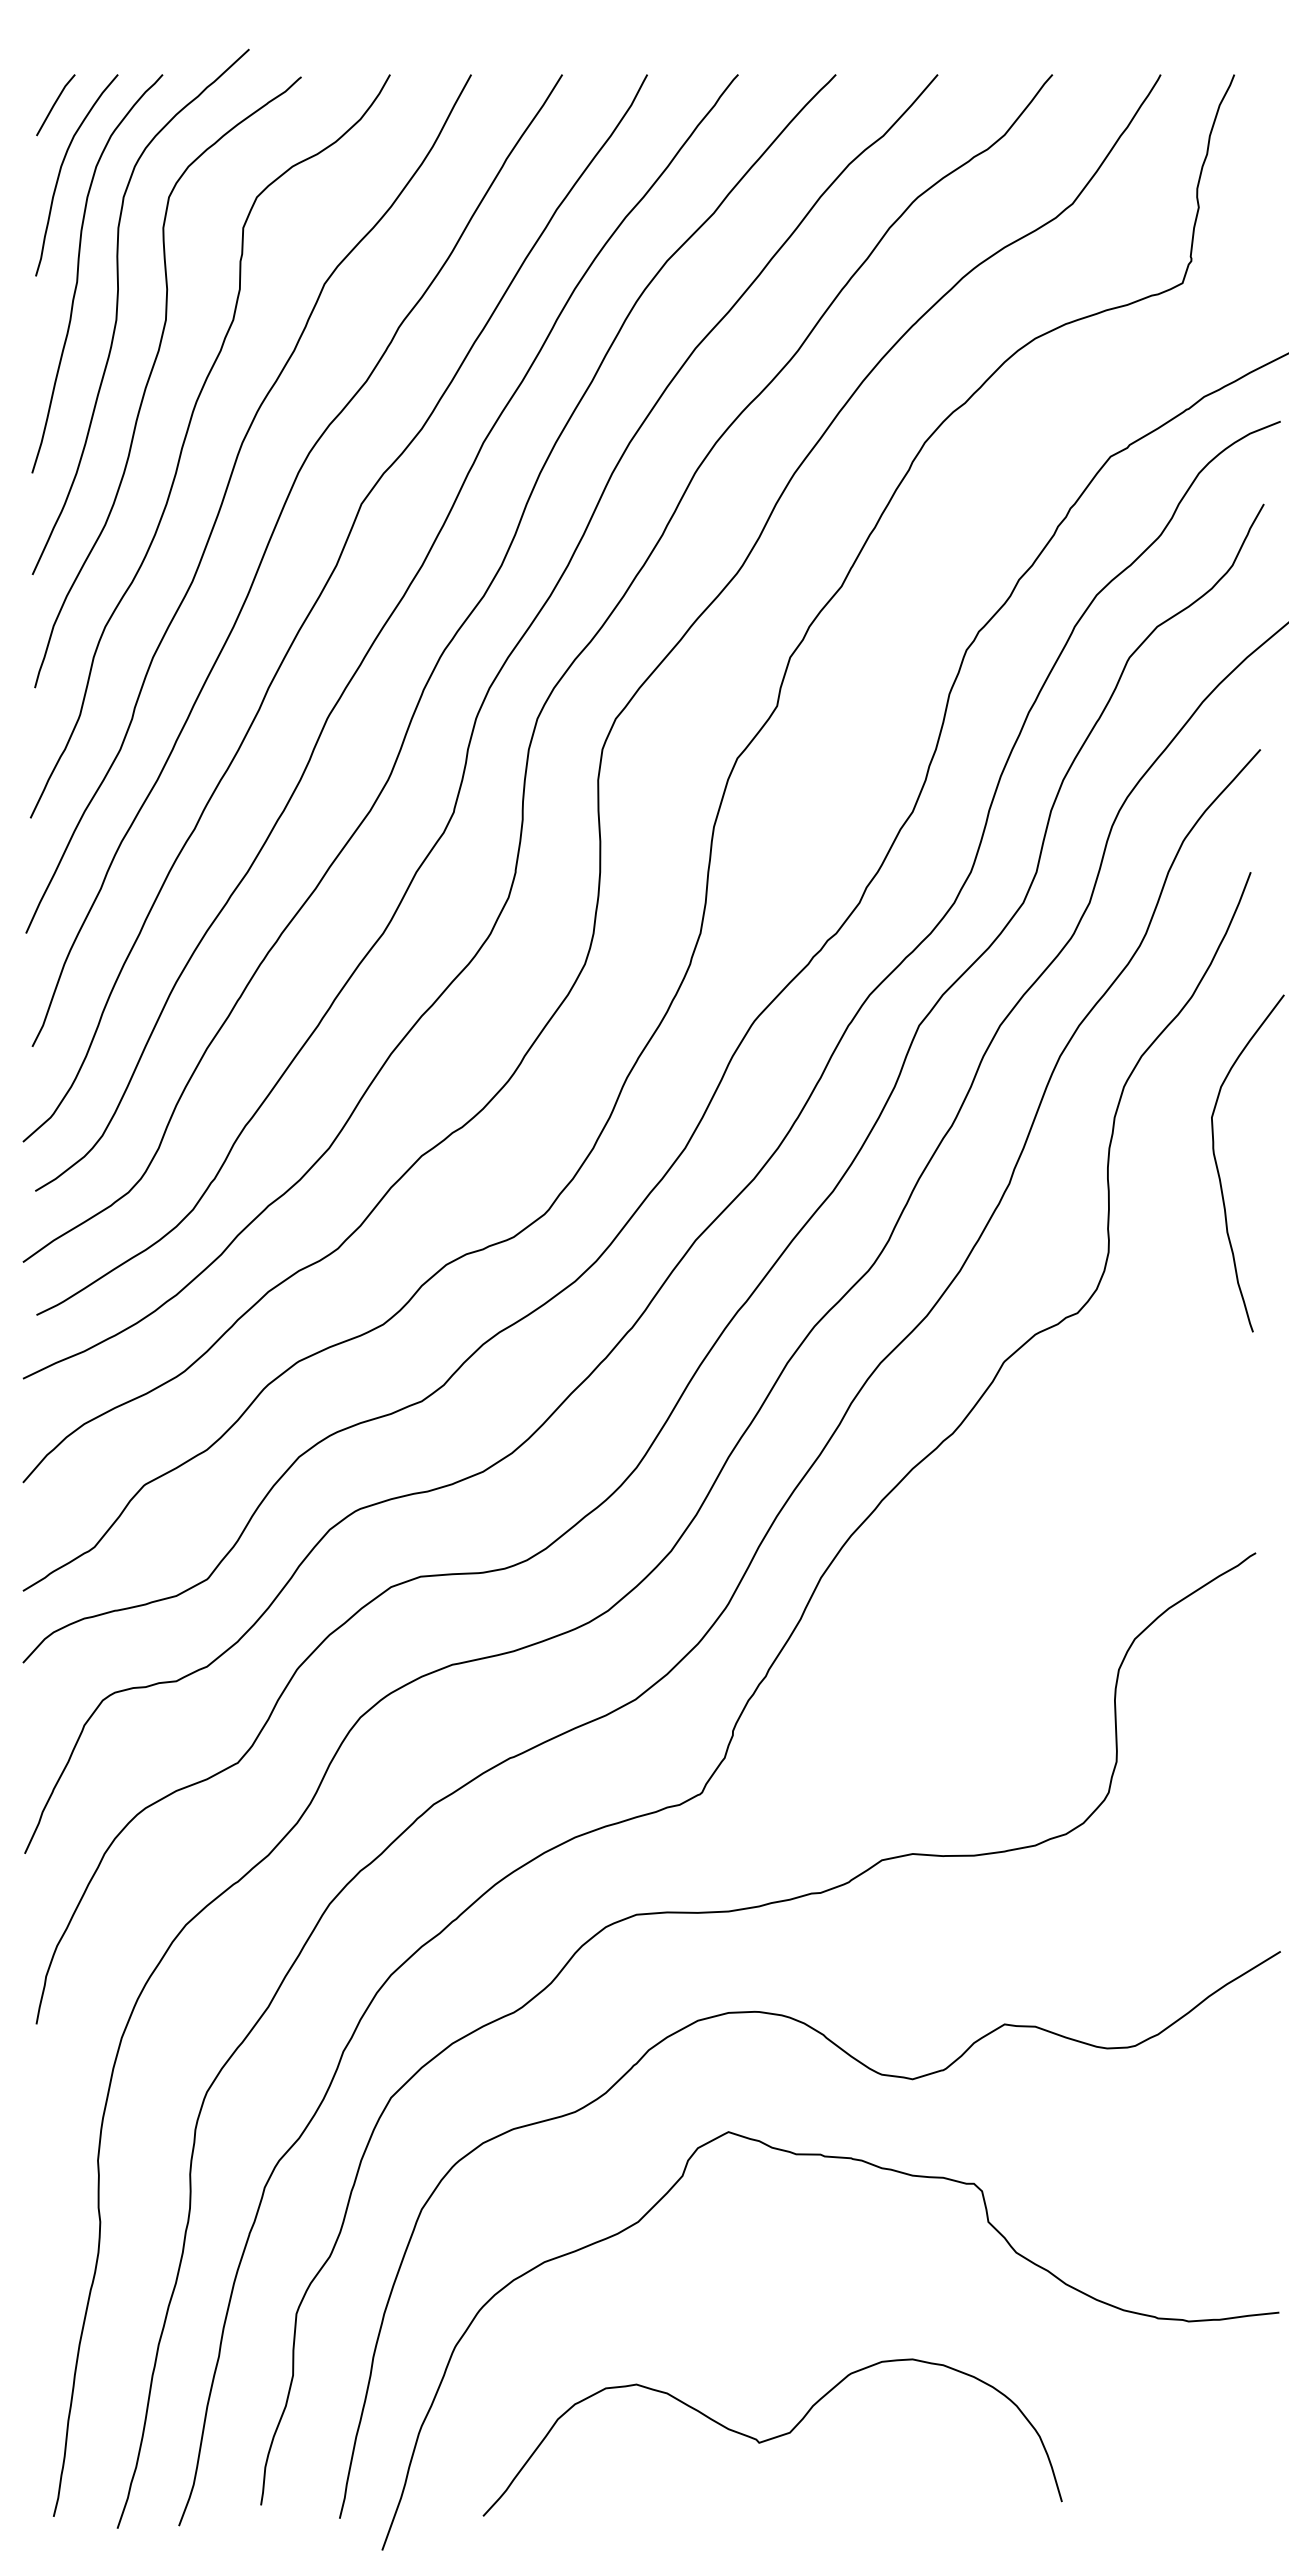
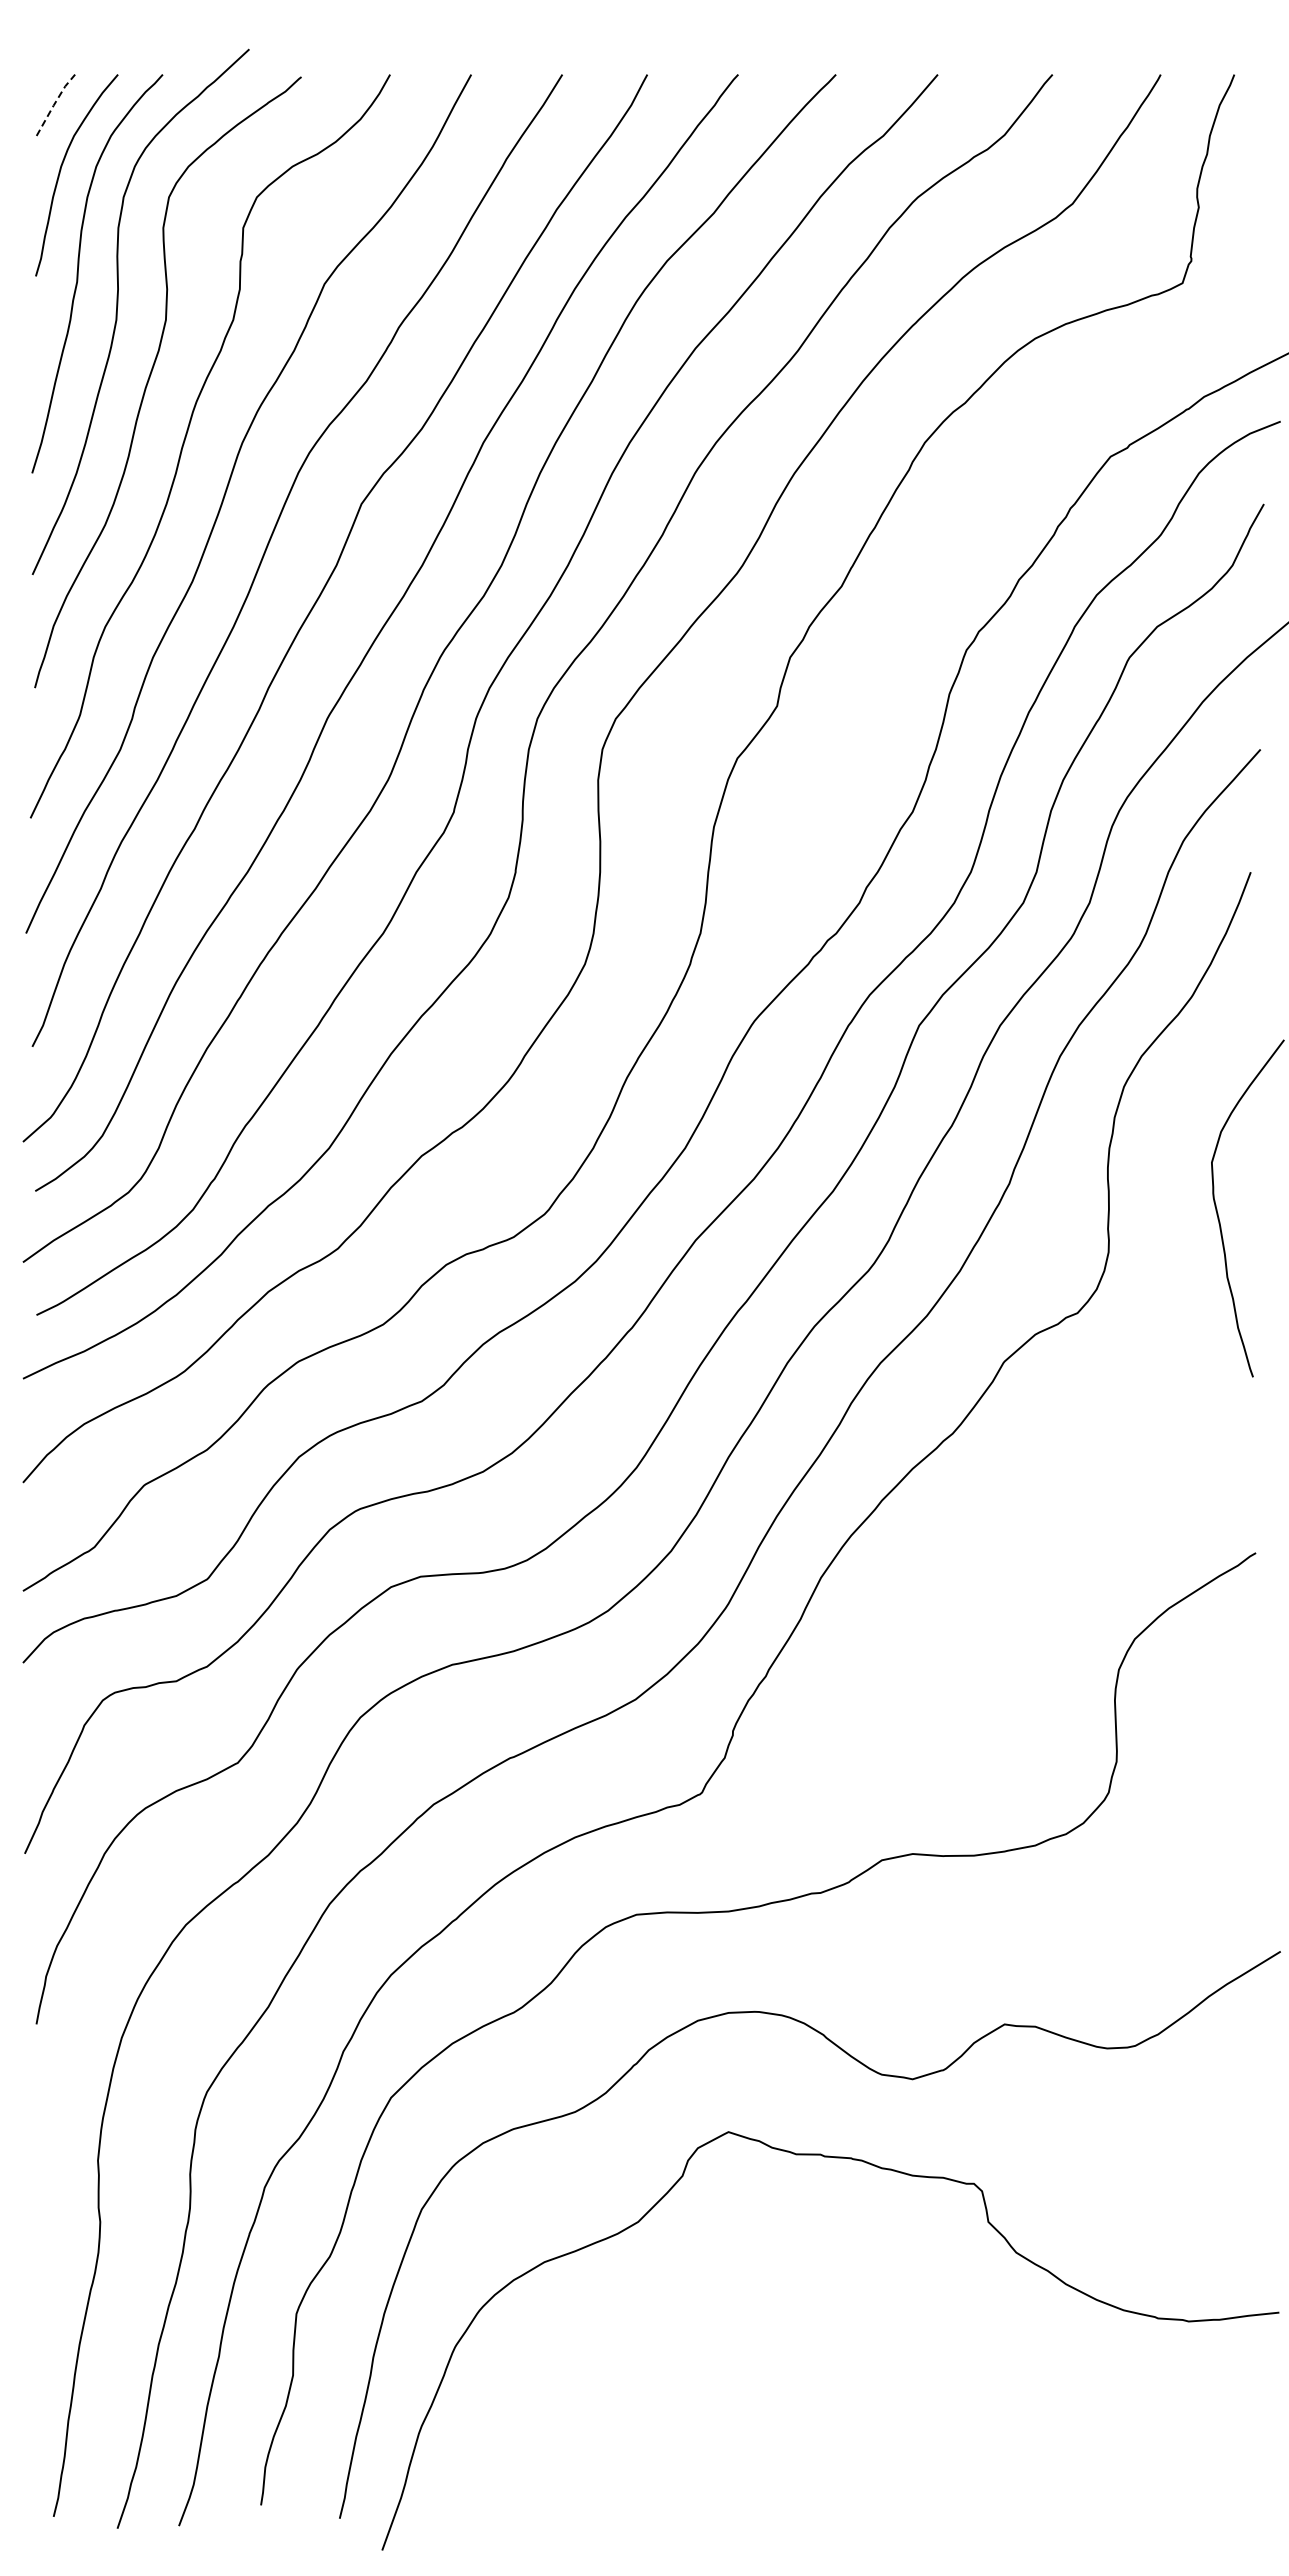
line at (54, 103): solid -> dashed
curve at (1219, 1172) position: (1219, 1172) -> (1219, 1217)
curve at (772, 2437): present -> none
